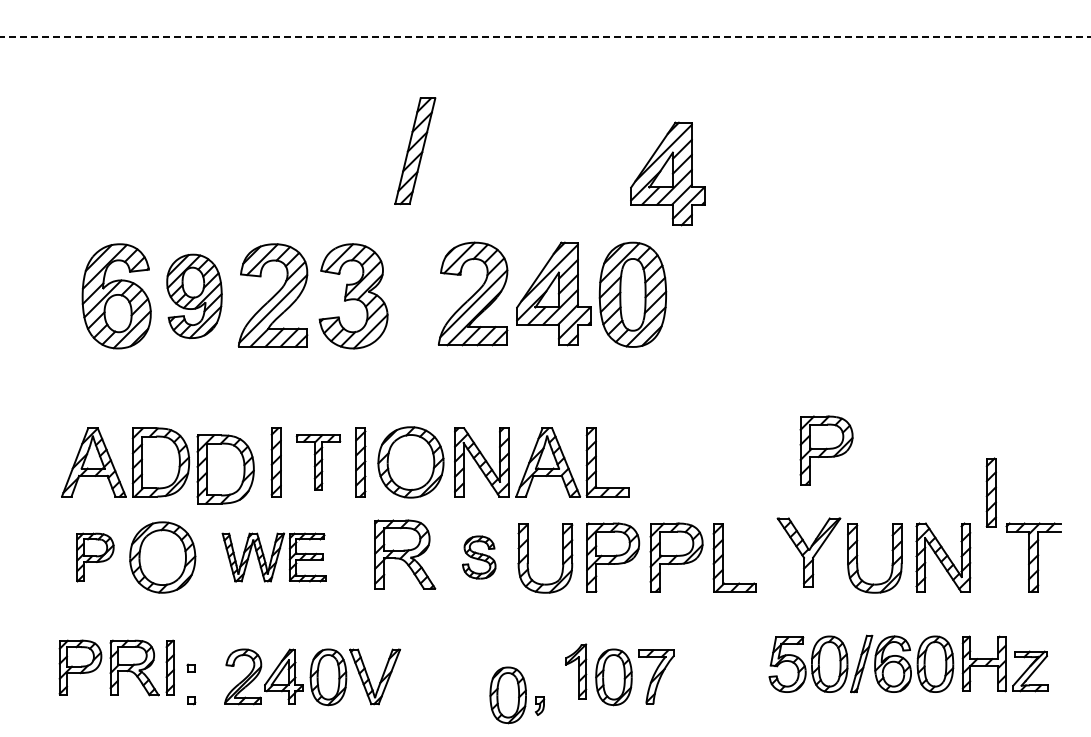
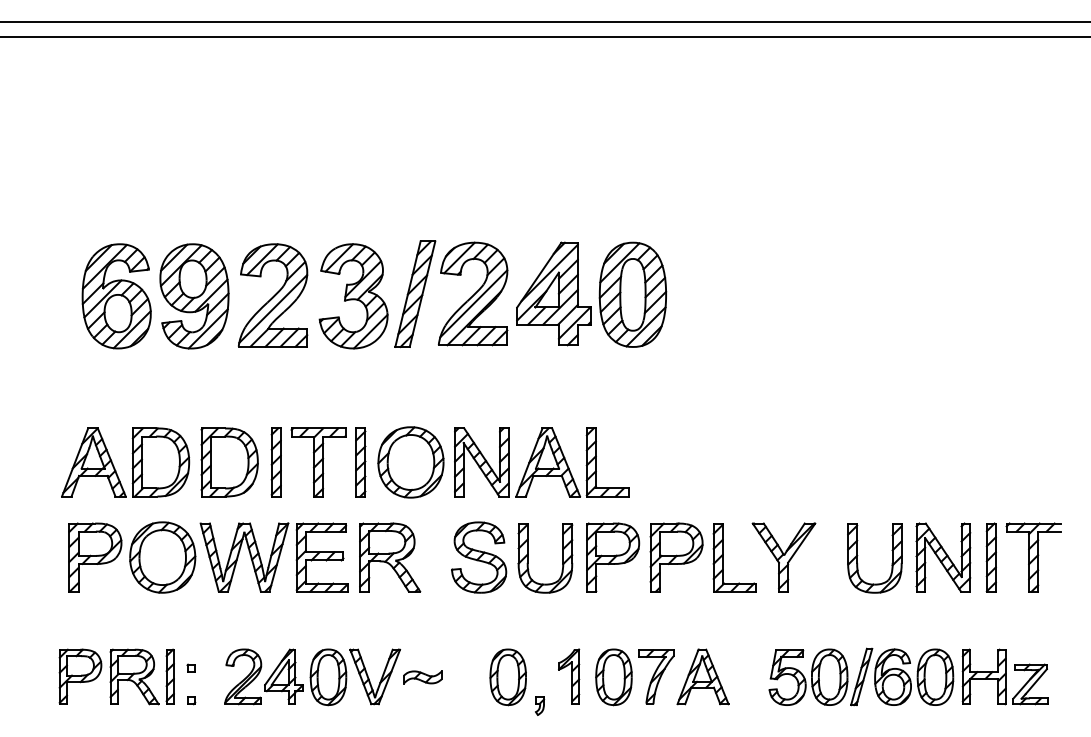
line at (544, 22): none -> present
line at (545, 36): dashed -> solid
part at (415, 151) position: (415, 151) -> (415, 294)
part at (667, 173): present -> none
part at (194, 296) size: 57x87 px -> 71x107 px
part at (826, 450): present -> none
part at (318, 462) size: 47x57 px -> 57x71 px
part at (225, 469) position: (225, 469) -> (229, 462)
part at (990, 492) position: (990, 492) -> (990, 557)
part at (808, 552) position: (808, 552) -> (783, 557)
part at (405, 554) position: (405, 554) -> (390, 557)
part at (95, 557) size: 39x51 px -> 55x71 px
part at (273, 557) size: 106x51 px -> 150x71 px
part at (479, 557) size: 35x45 px -> 57x73 px
part at (908, 663) position: (908, 663) -> (908, 676)
part at (116, 667) position: (116, 667) -> (116, 676)
part at (576, 671) position: (576, 671) -> (569, 676)
part at (702, 676): none -> present
part at (422, 677): none -> present
part at (507, 695) position: (507, 695) -> (507, 677)
